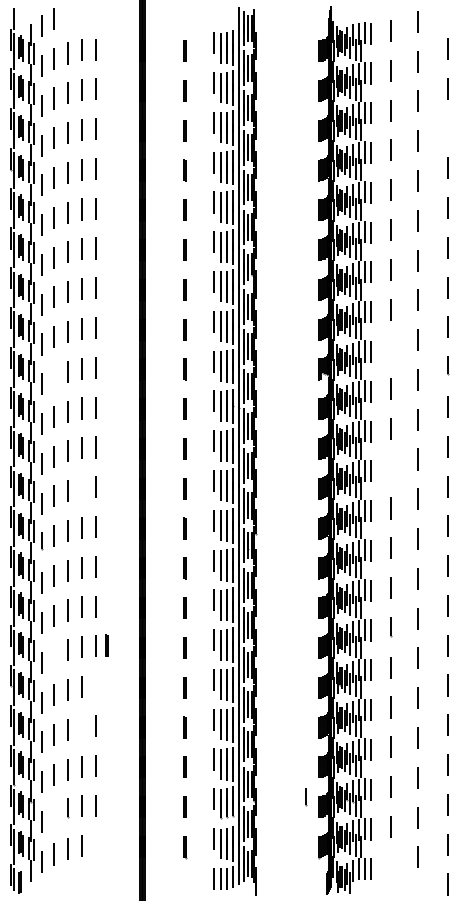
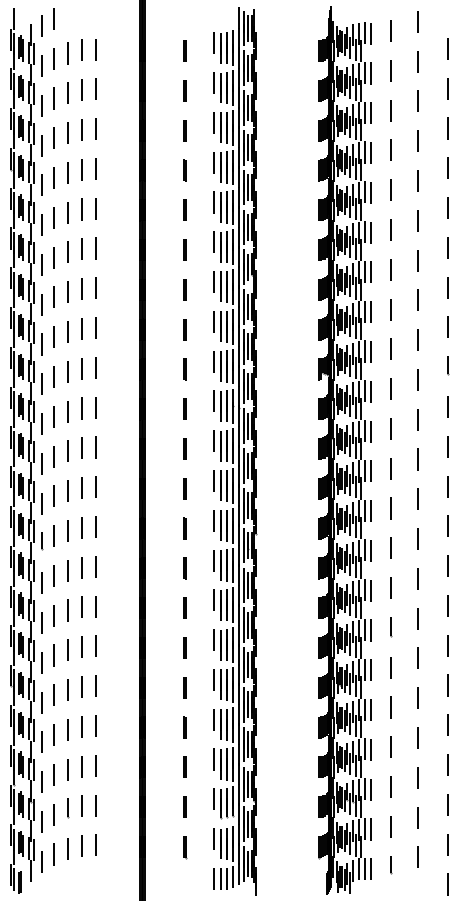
line at (447, 128): none -> present
line at (390, 348): none -> present
line at (53, 376): none -> present
line at (390, 468): none -> present
line at (81, 487): none -> present
line at (106, 645): present -> none
line at (53, 655): none -> present
line at (95, 685): none -> present
line at (81, 726): none -> present
line at (306, 797) position: (306, 797) -> (391, 865)
line at (53, 814): none -> present
line at (95, 844): none -> present
